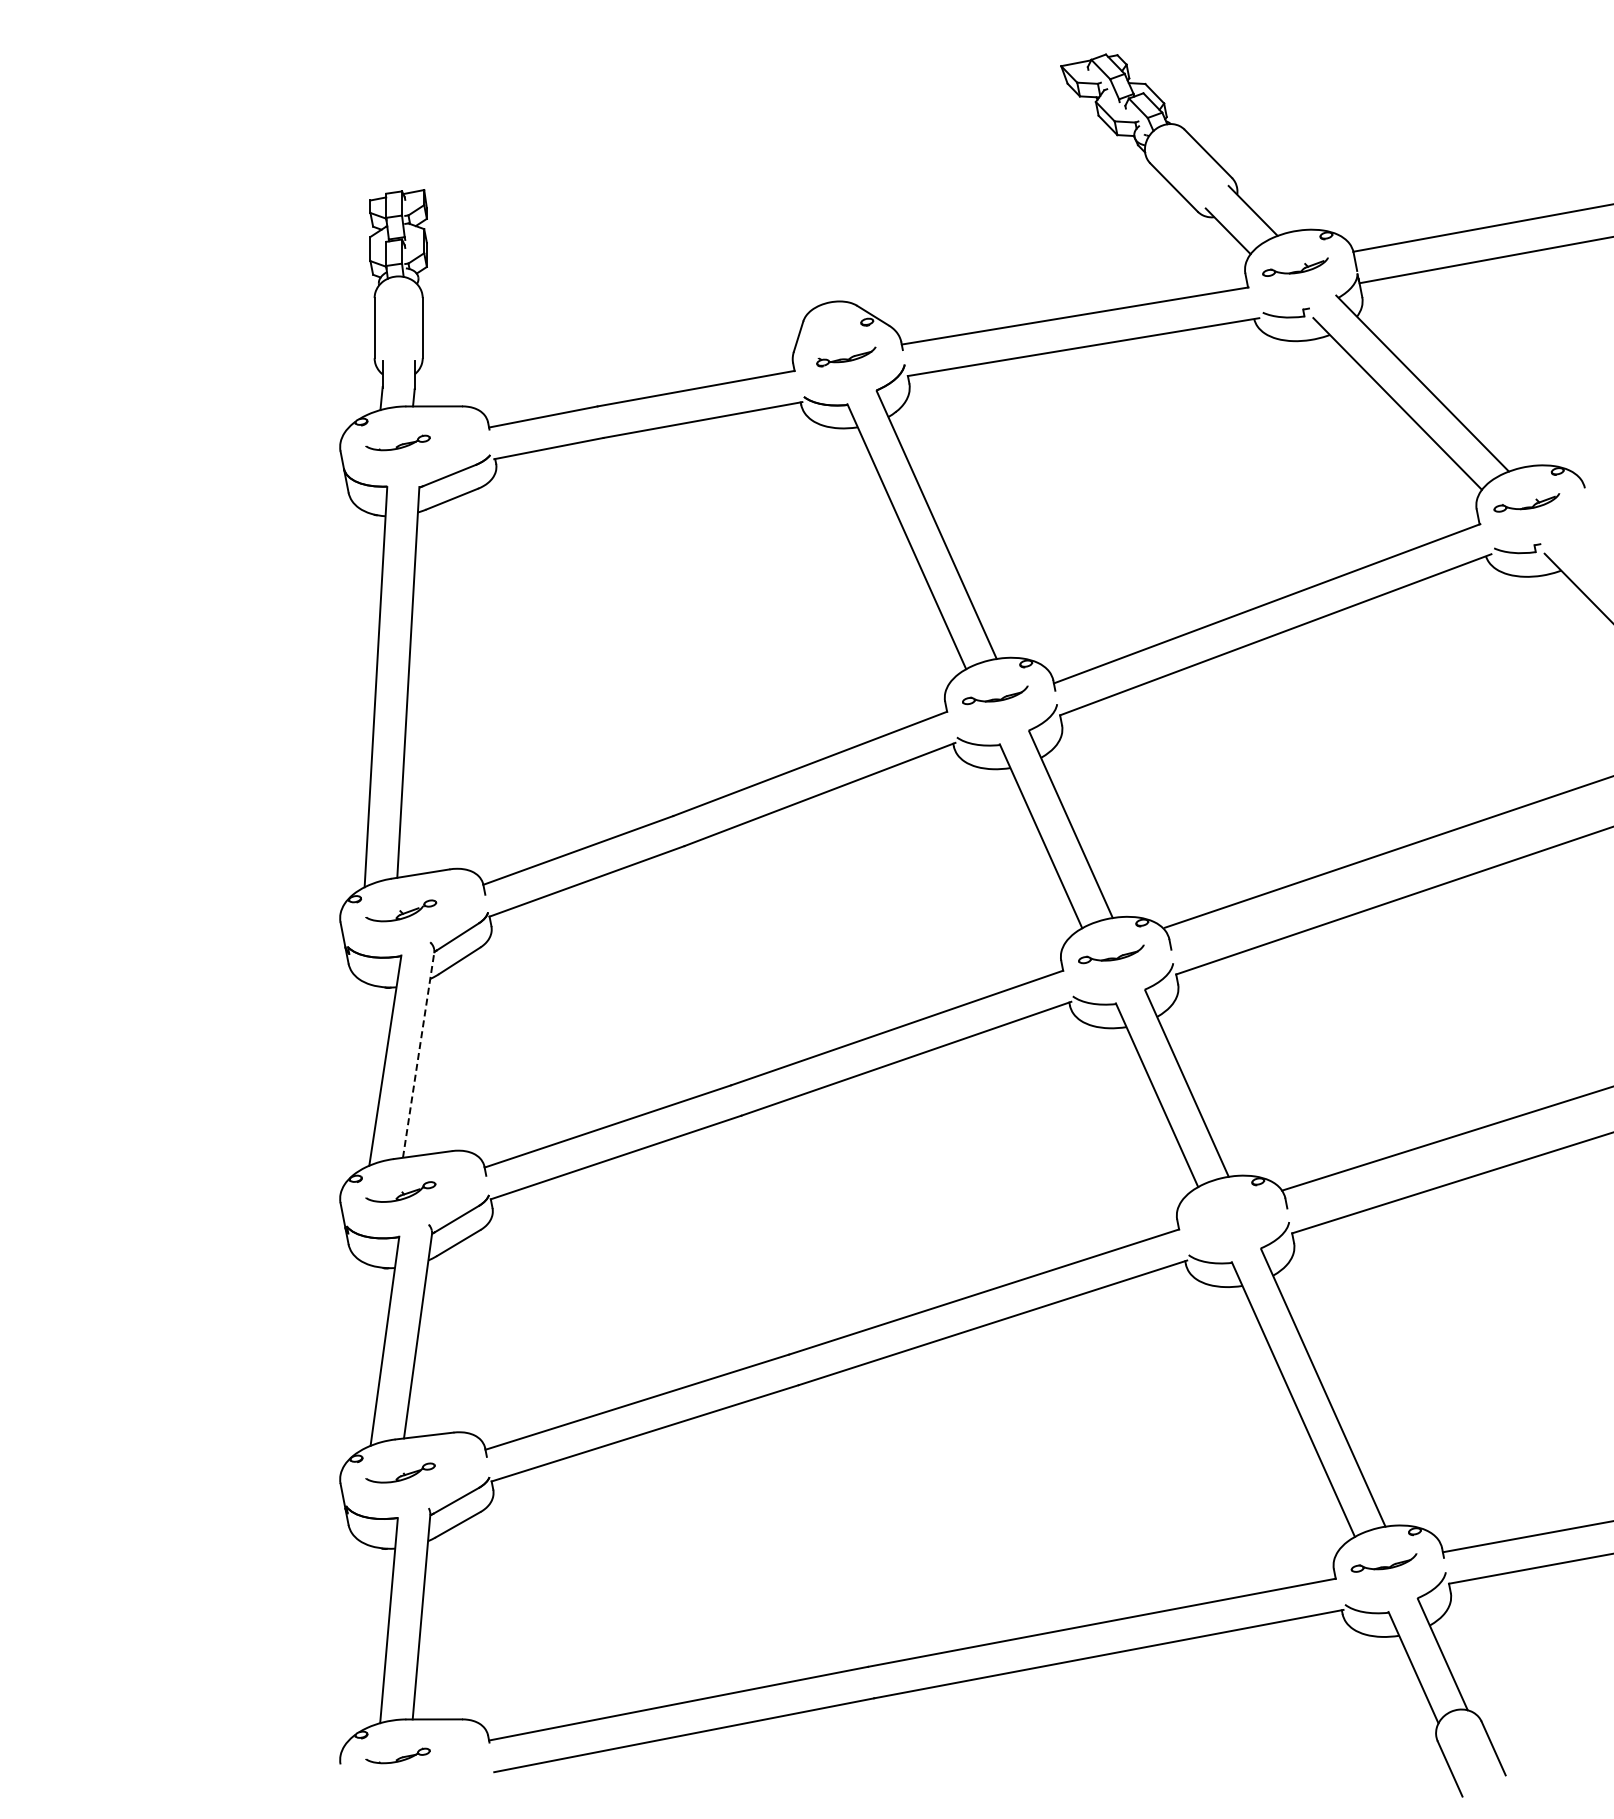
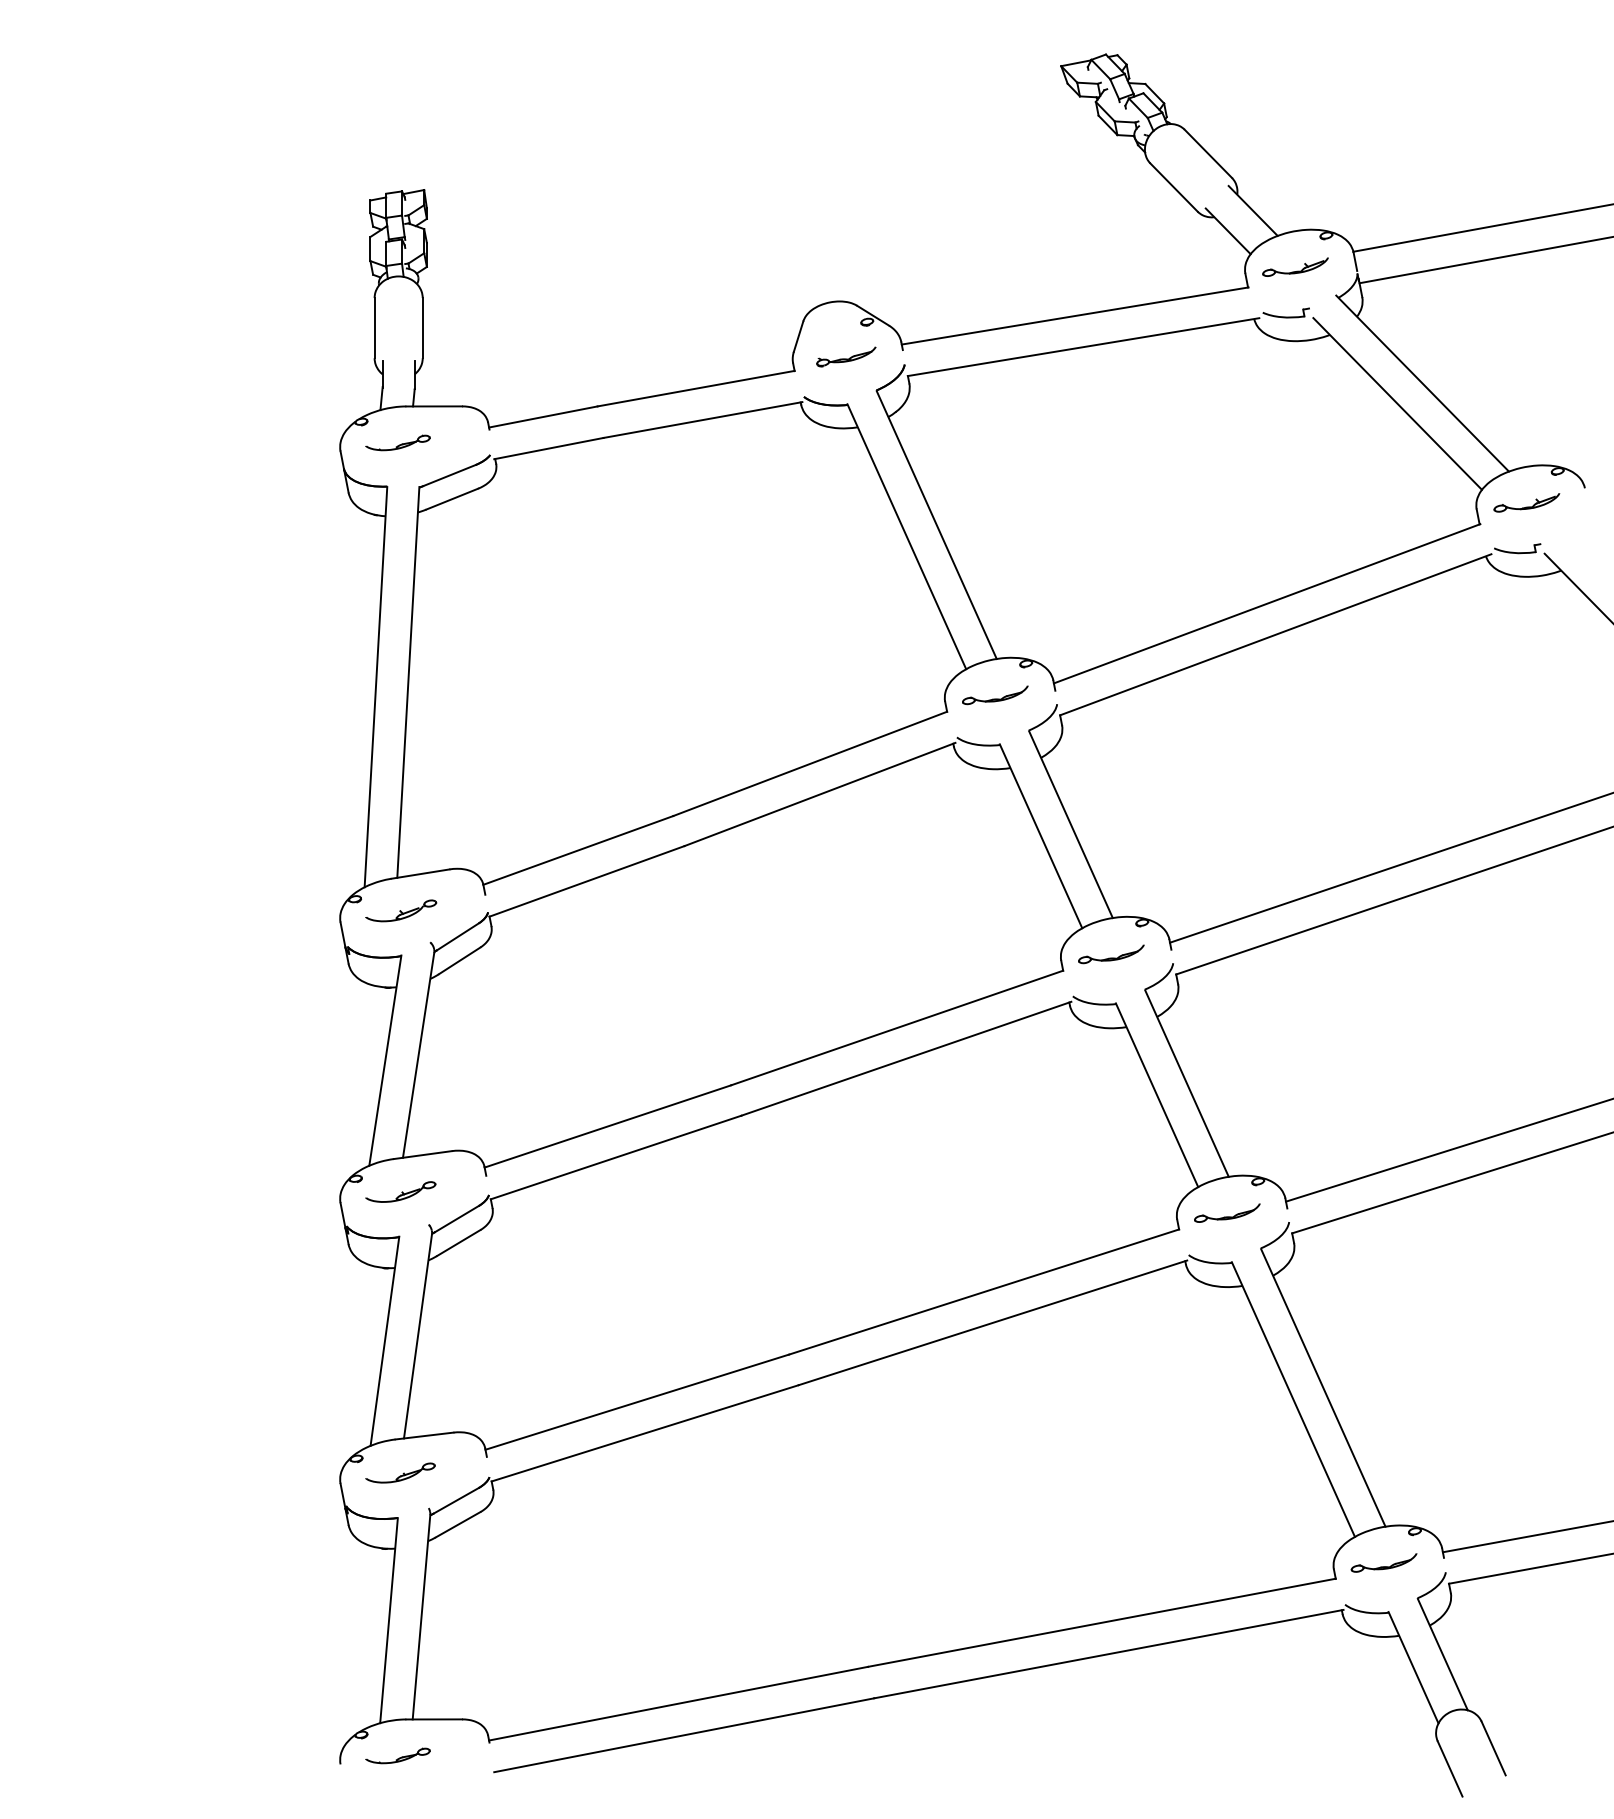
line at (1387, 852) position: (1387, 852) -> (1390, 867)
line at (418, 1055): dashed -> solid
line at (1446, 1138) position: (1446, 1138) -> (1448, 1150)
part at (1227, 1212): none -> present
